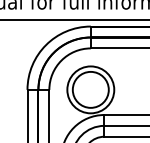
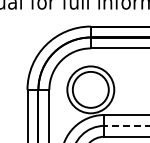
line at (74, 20): present -> none
line at (126, 125): solid -> dashed
